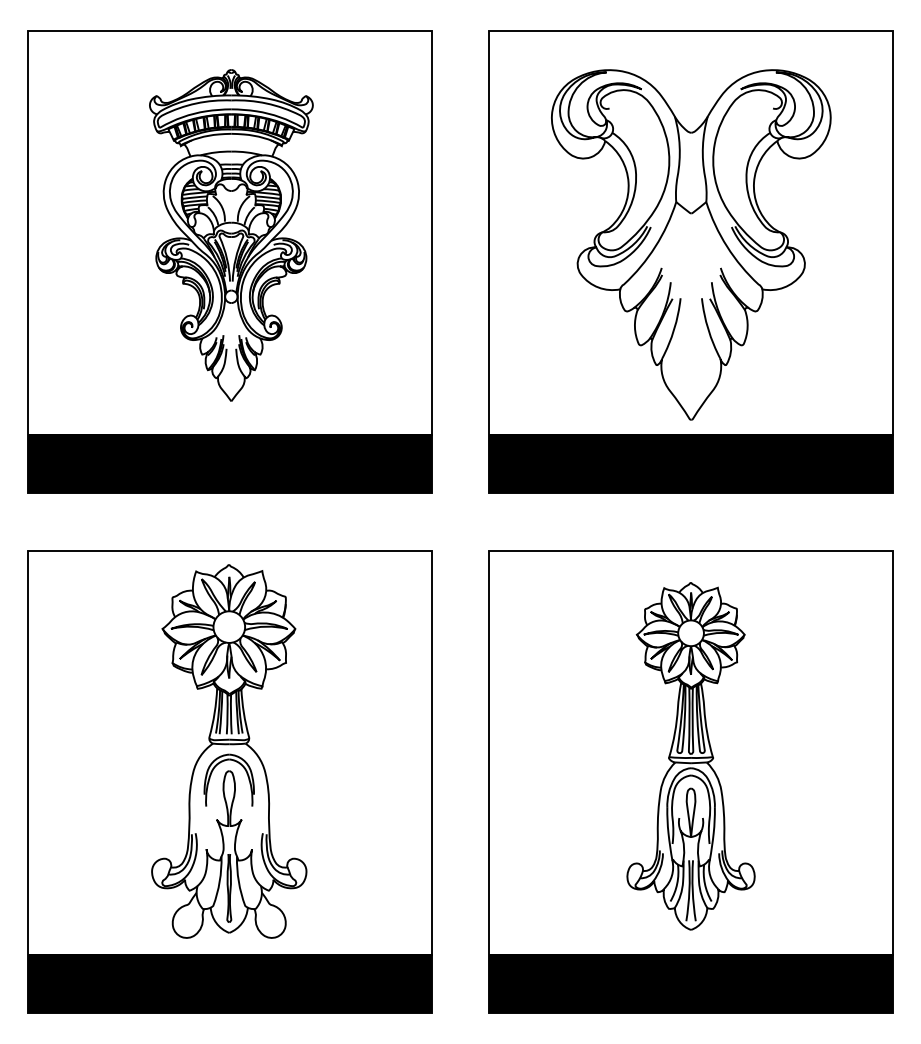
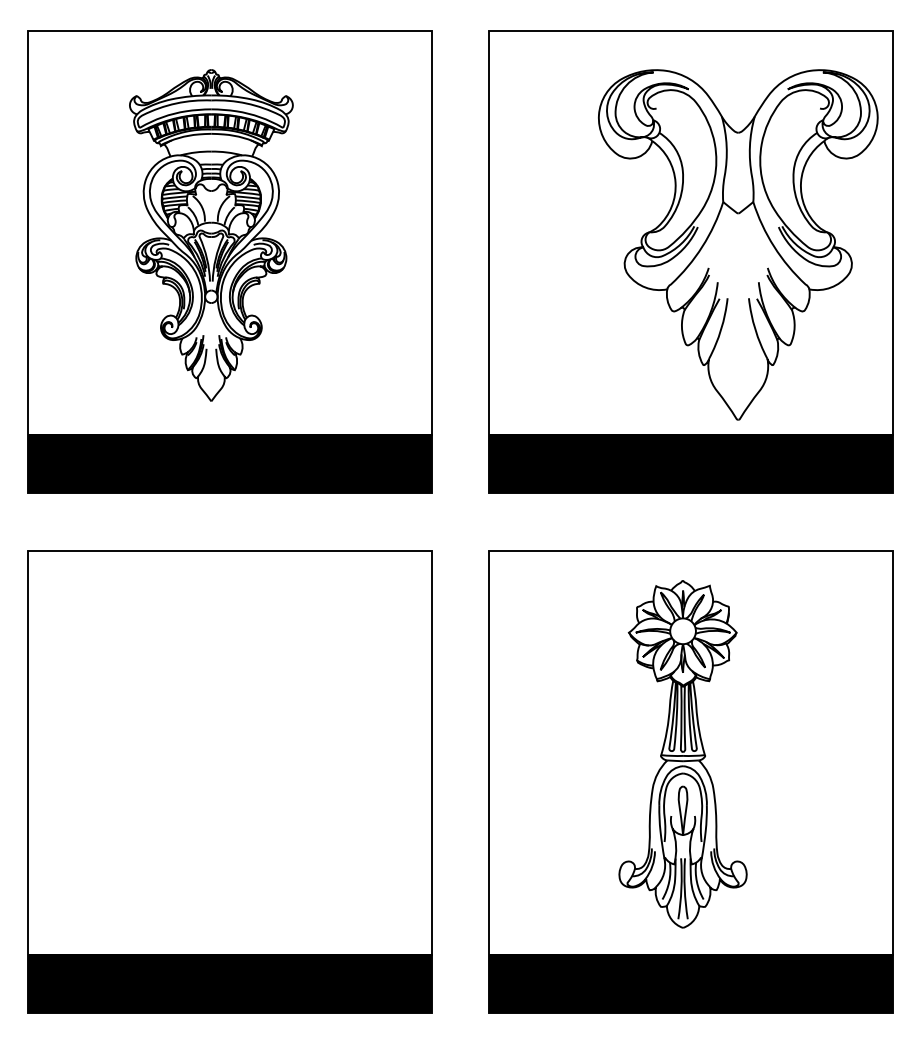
part at (231, 235) position: (231, 235) -> (211, 235)
part at (691, 244) position: (691, 244) -> (738, 244)
part at (229, 751): present -> none
part at (690, 756) position: (690, 756) -> (682, 754)
